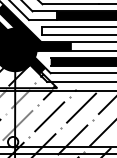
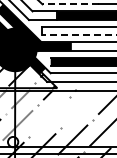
line at (70, 4): solid -> dashed
line at (78, 35): solid -> dashed
line at (81, 107): present -> none
line at (49, 116): present -> none
